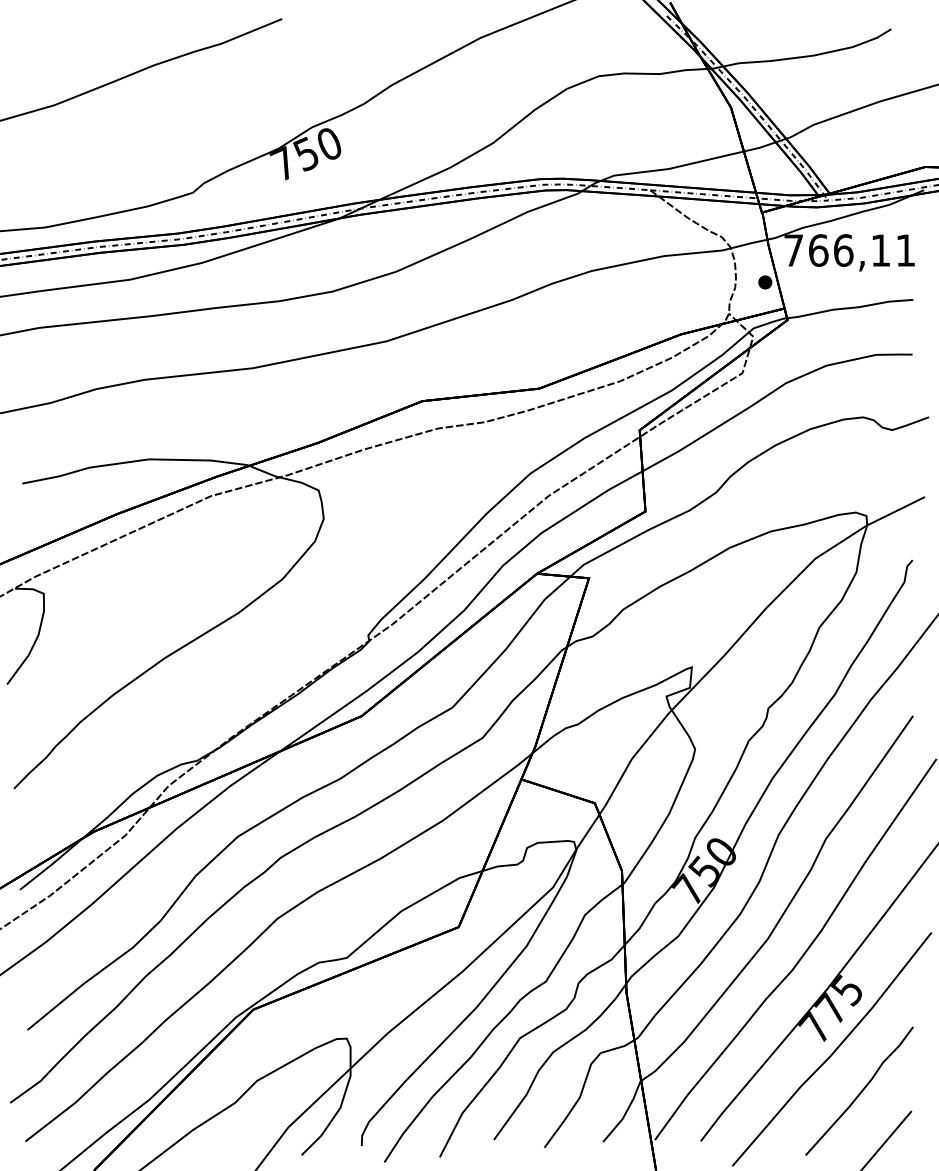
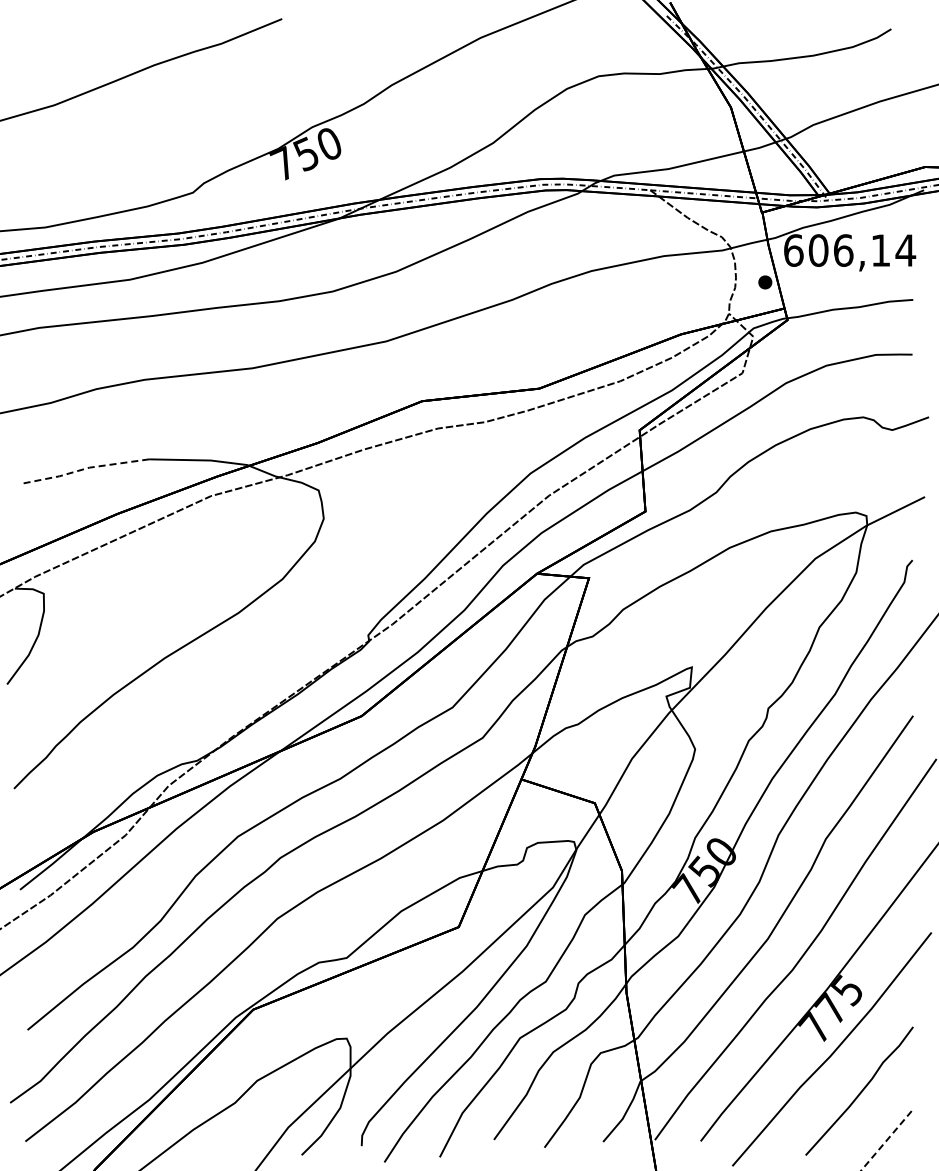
text at (850, 250): 766,11 -> 606,14
line at (85, 468): solid -> dashed
line at (886, 1141): solid -> dashed
